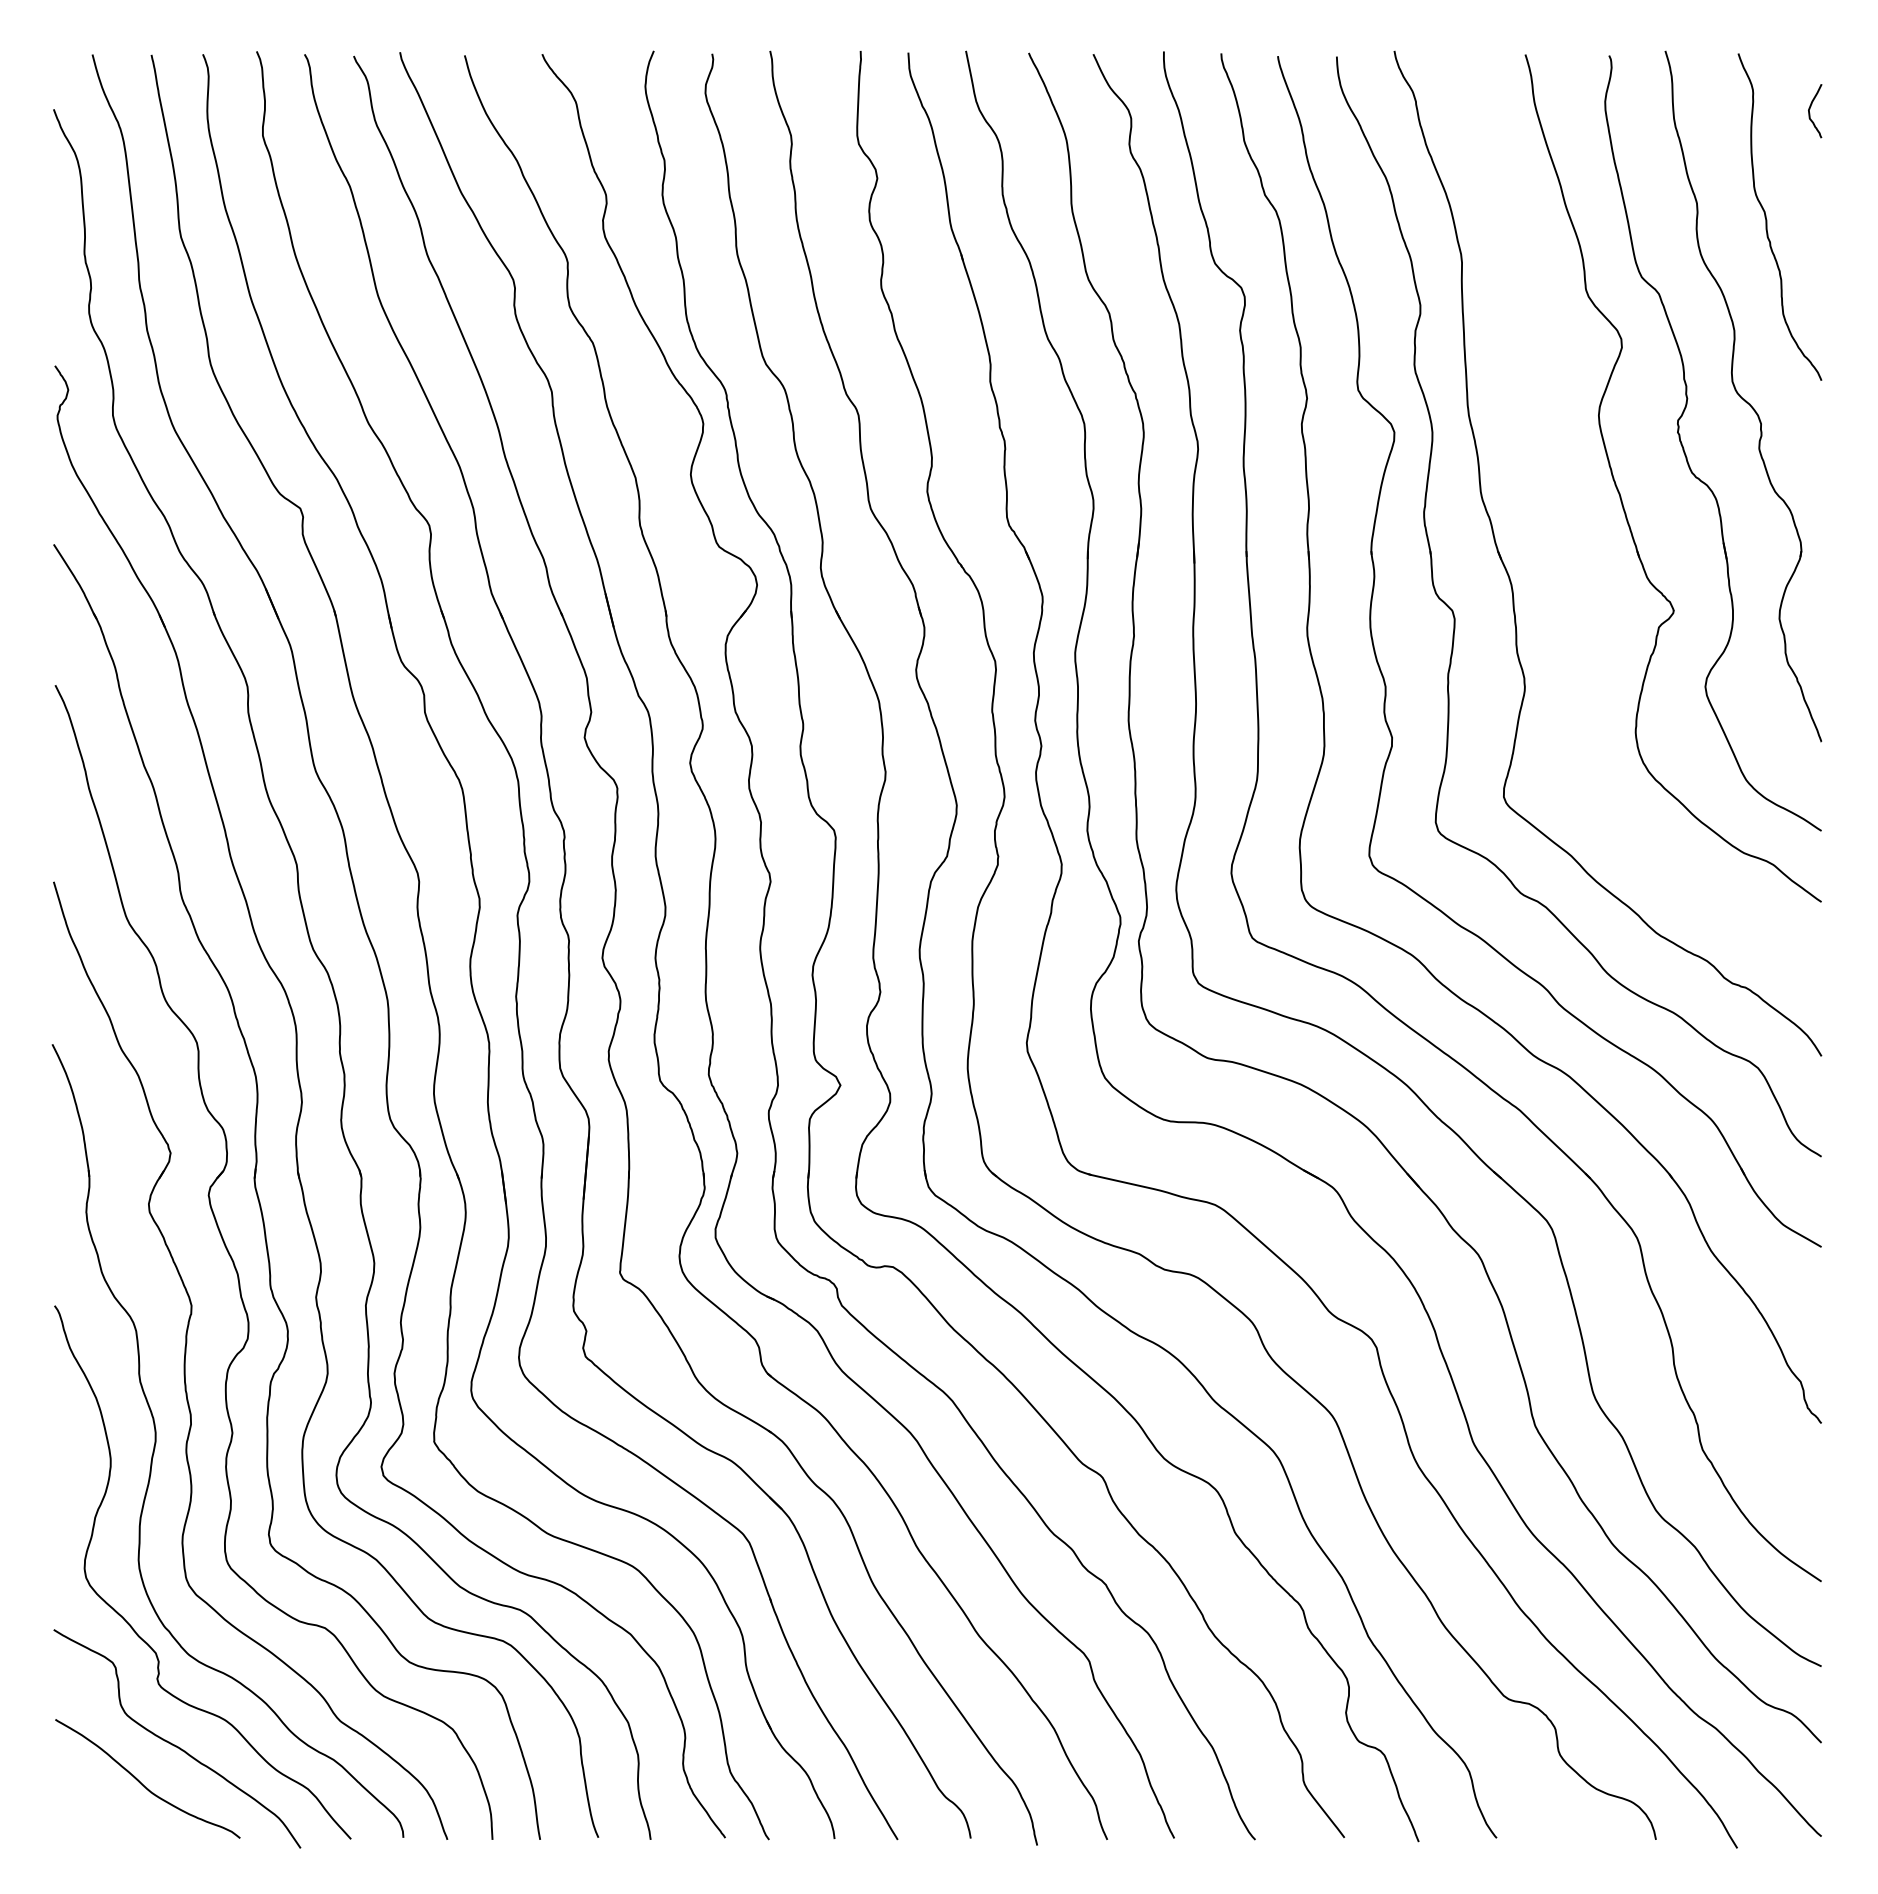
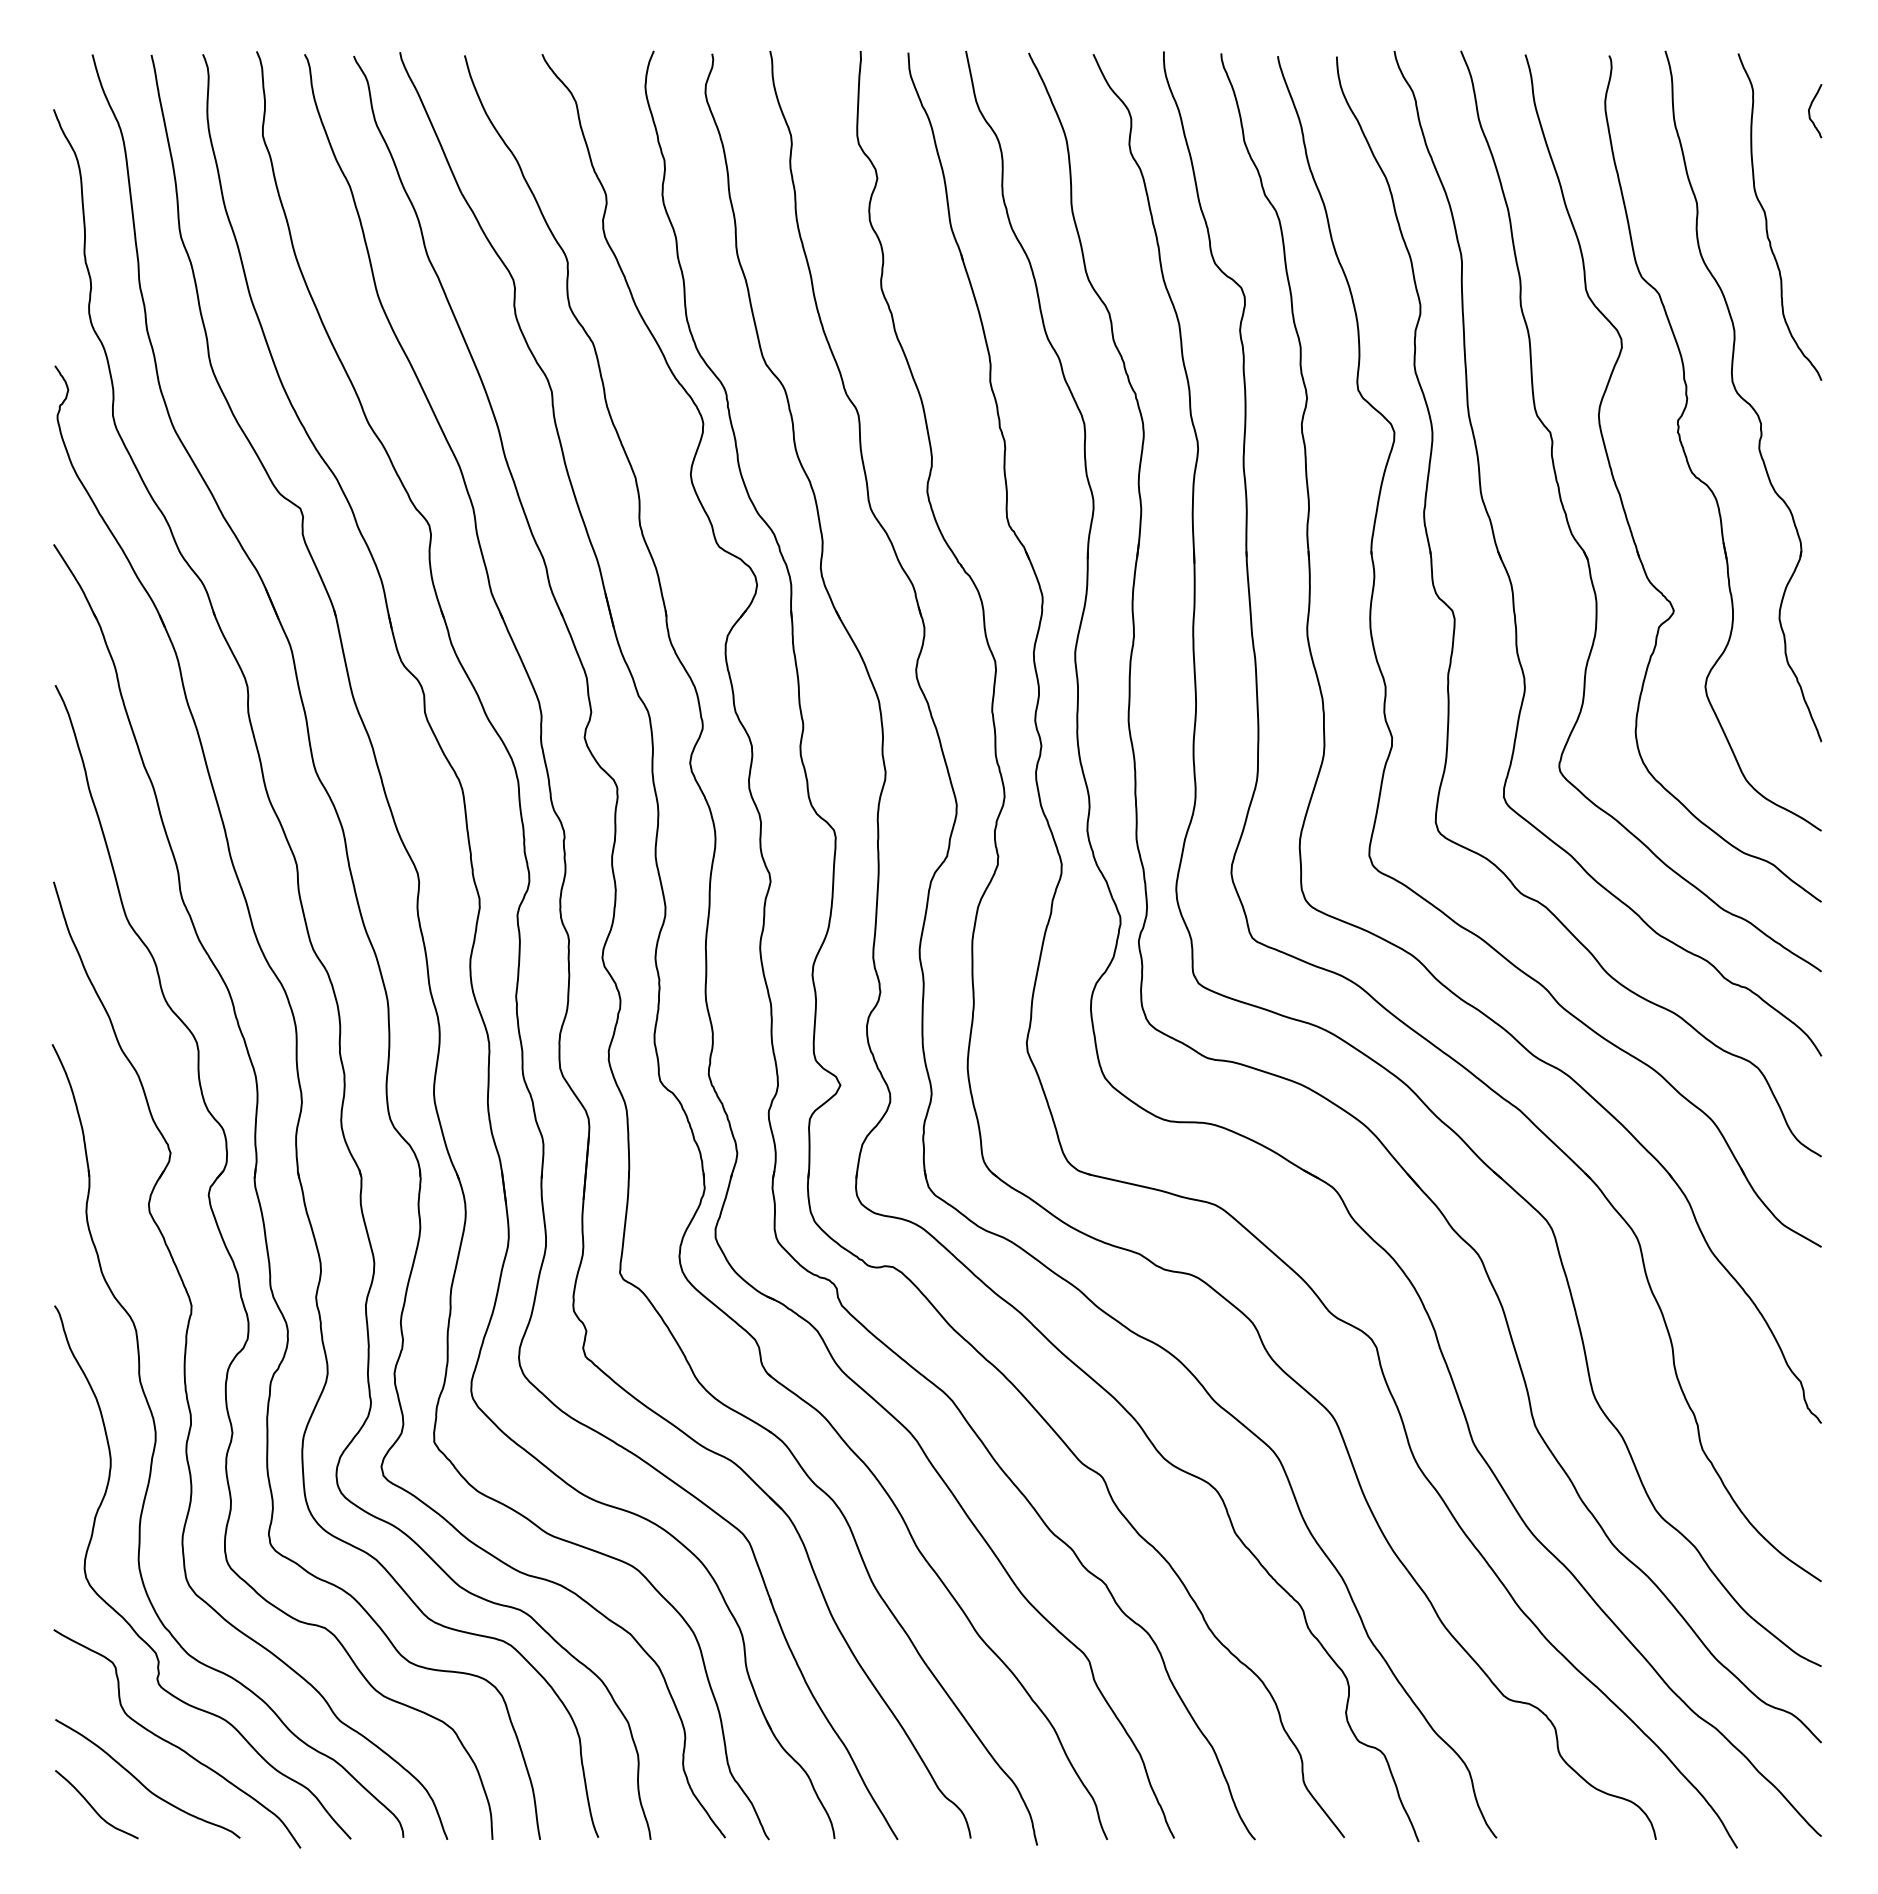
part at (1584, 550): none -> present
curve at (93, 1807): none -> present
